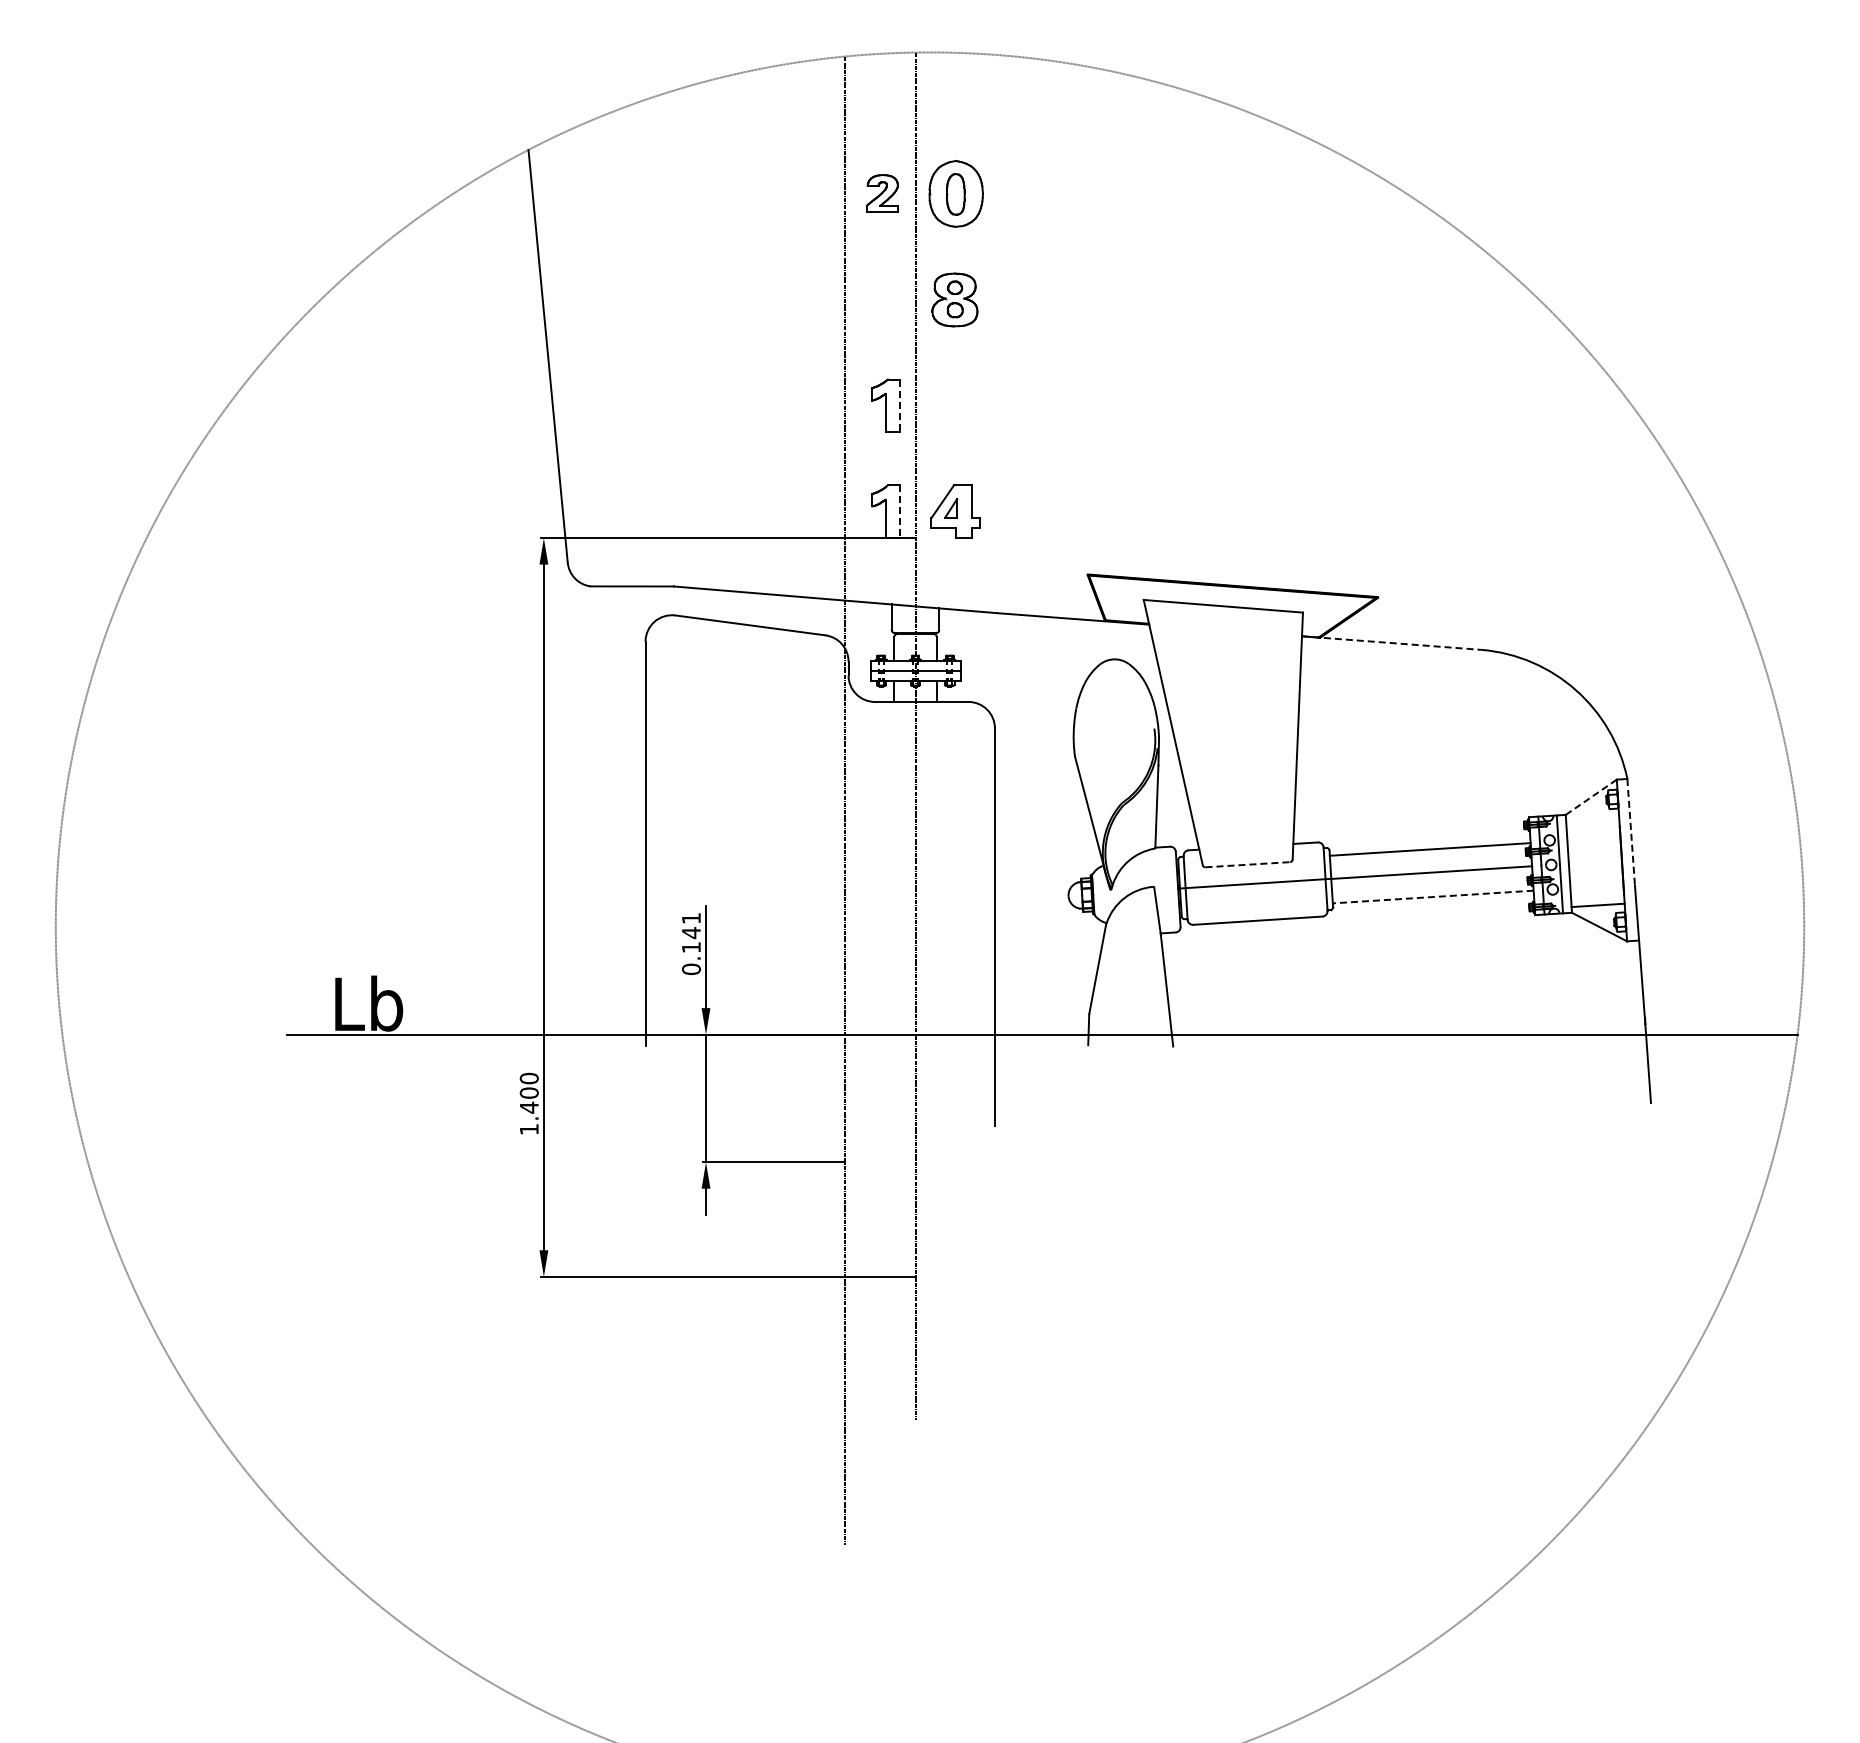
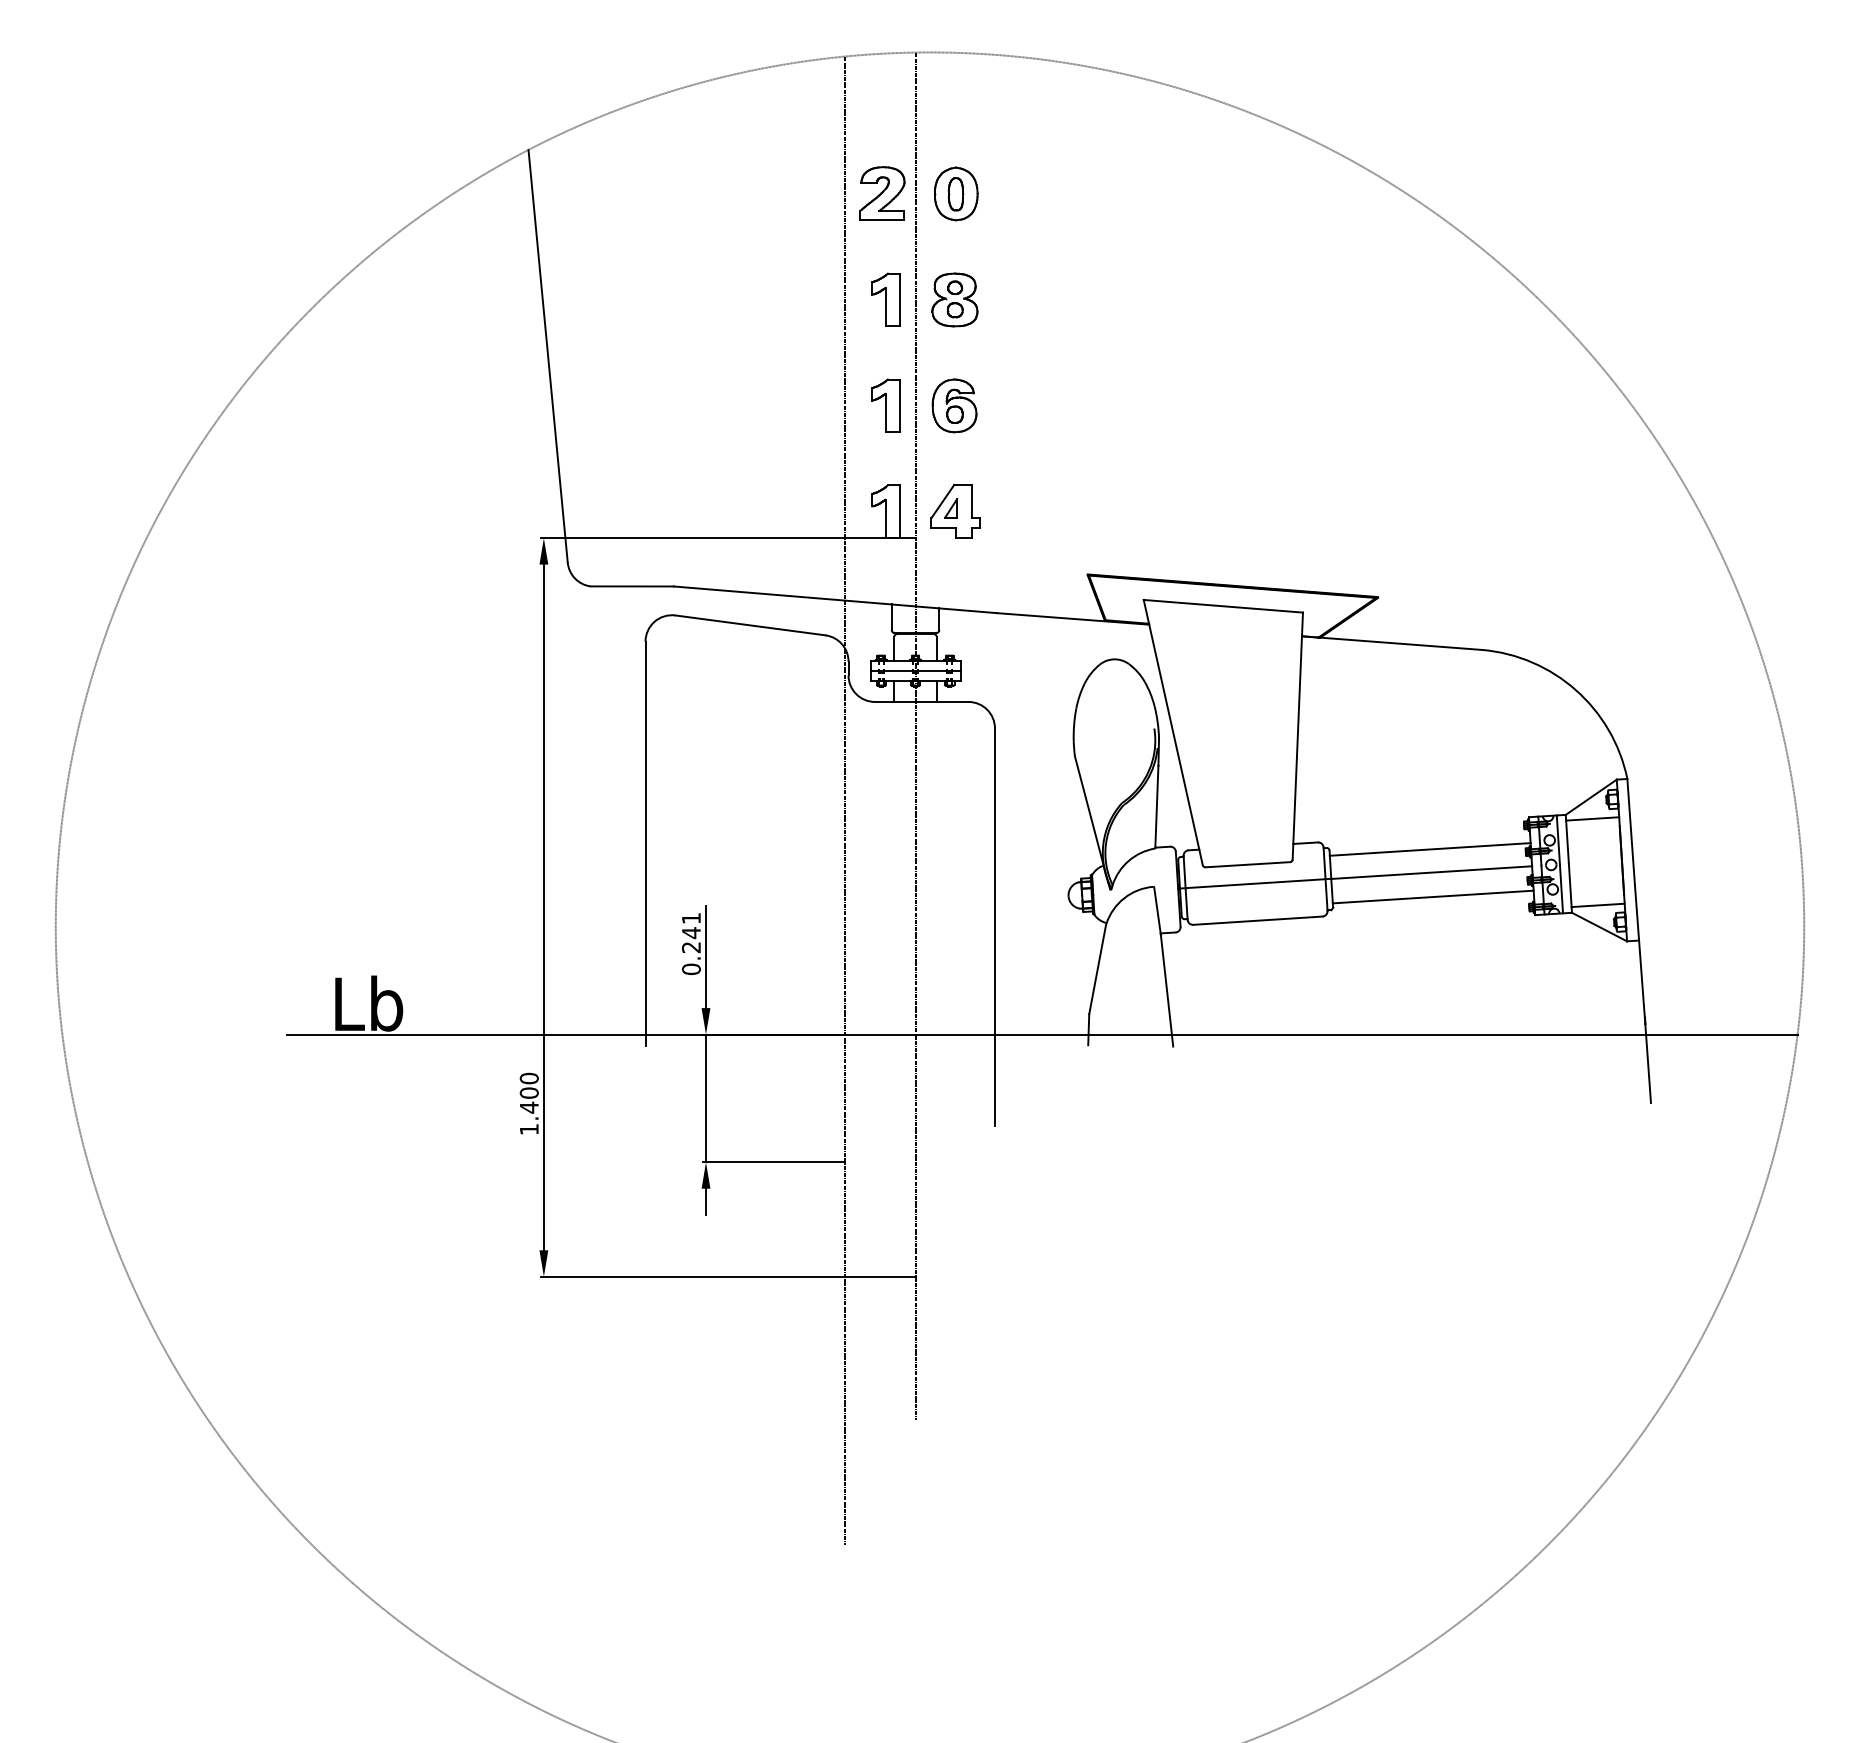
part at (881, 193) size: 34x39 px -> 47x55 px
part at (955, 193) size: 56x68 px -> 45x56 px
part at (885, 299): none -> present
part at (954, 405): none -> present
line at (900, 406): dashed -> solid
line at (900, 512): dashed -> solid
line at (1392, 643): dashed -> solid
line at (1591, 796): dashed -> solid
line at (1592, 818): none -> present
line at (1631, 832): dashed -> solid
line at (1248, 864): dashed -> solid
line at (1433, 897): dashed -> solid
text at (690, 947): 0.141 -> 0.241
